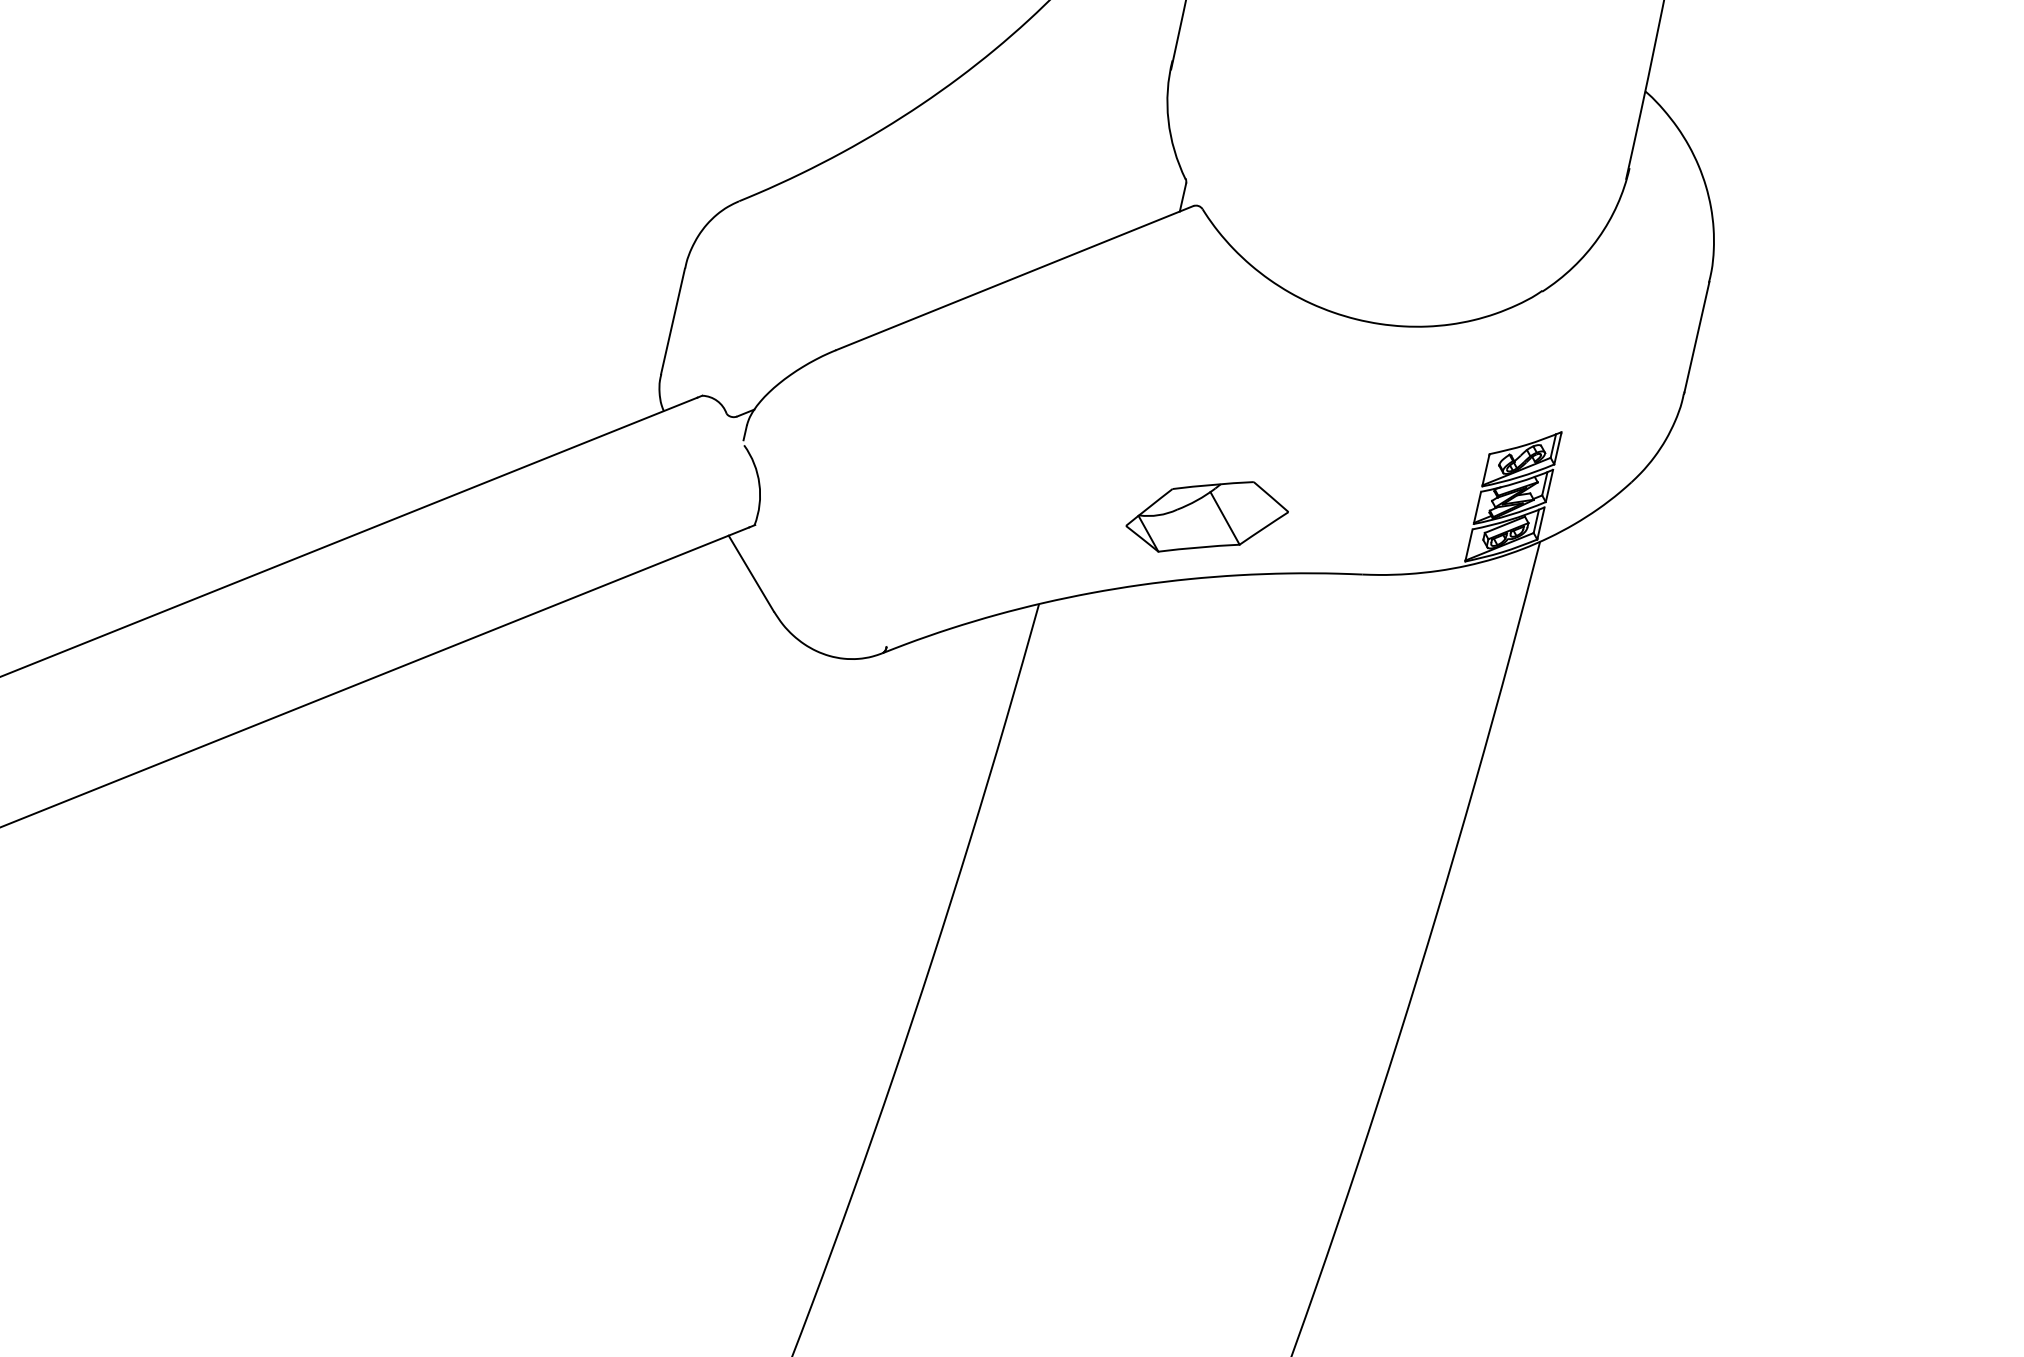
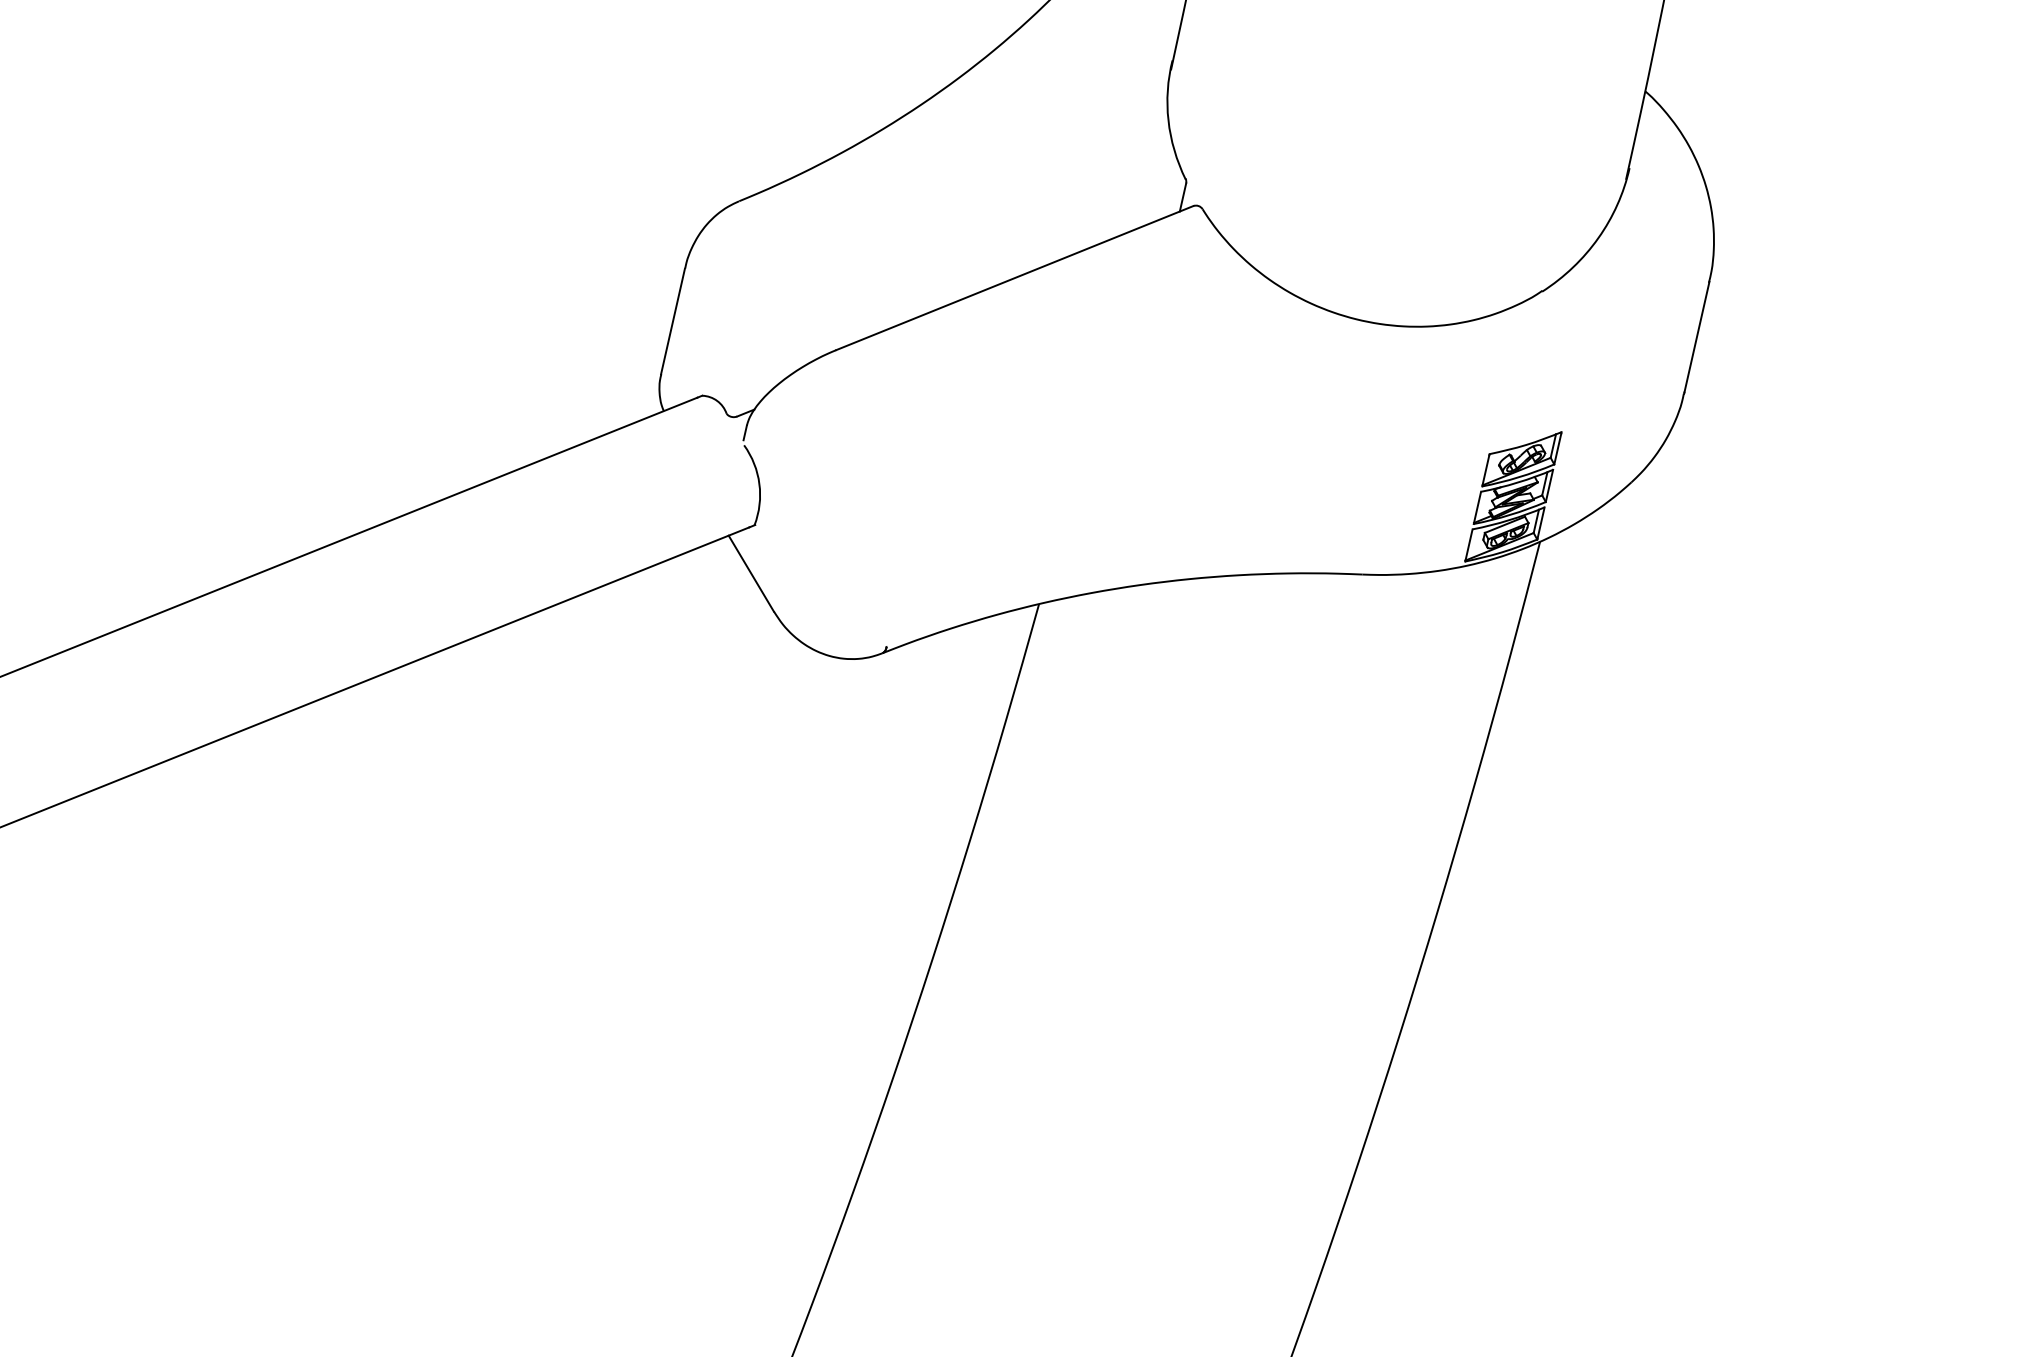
part at (1206, 516): present -> none
